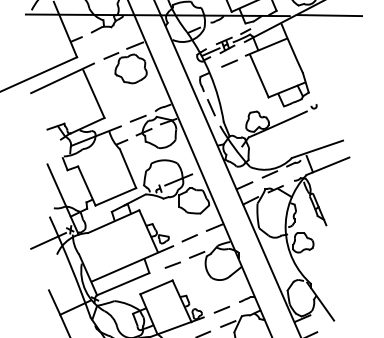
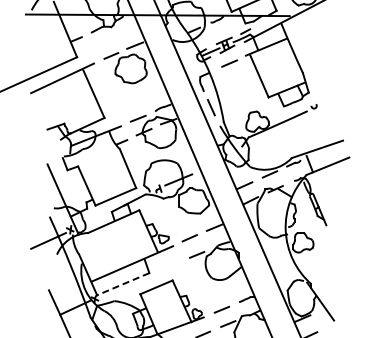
line at (329, 15): present -> none
line at (172, 264): present -> none
line at (122, 284): solid -> dashed
